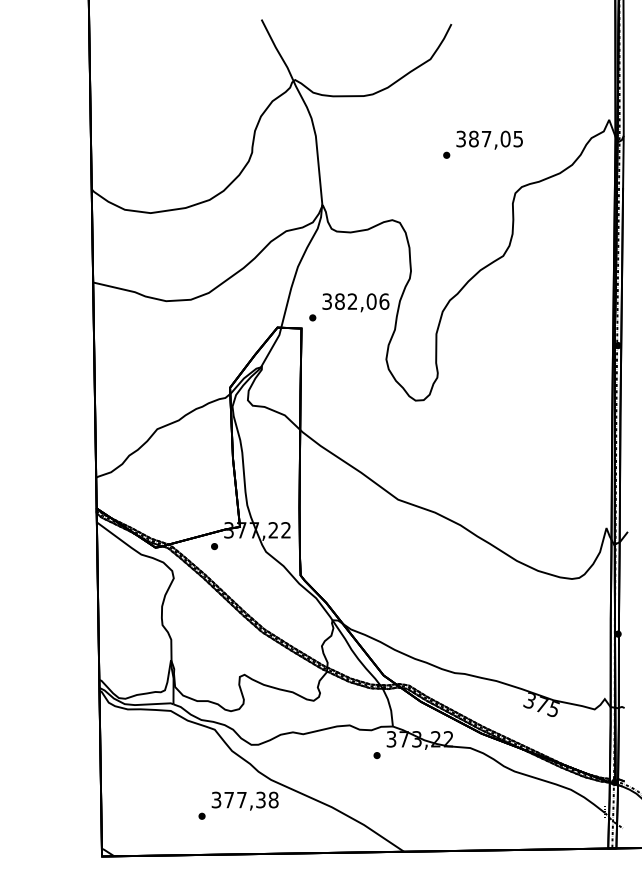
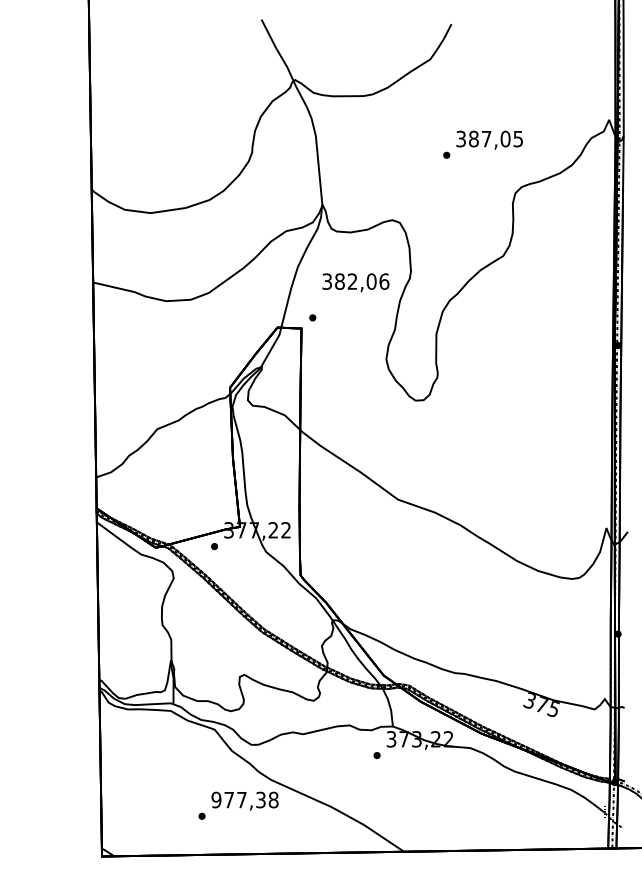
text at (355, 302) position: (355, 302) -> (355, 282)
text at (216, 799): 377,38 -> 977,38
